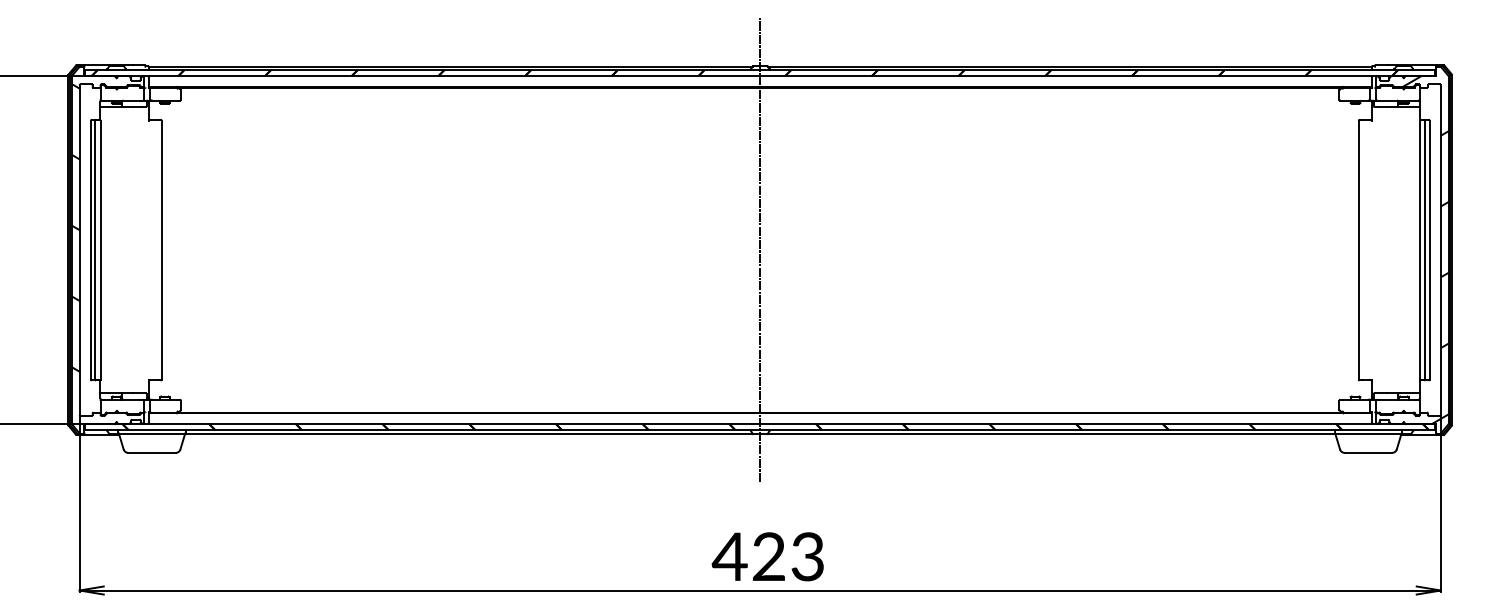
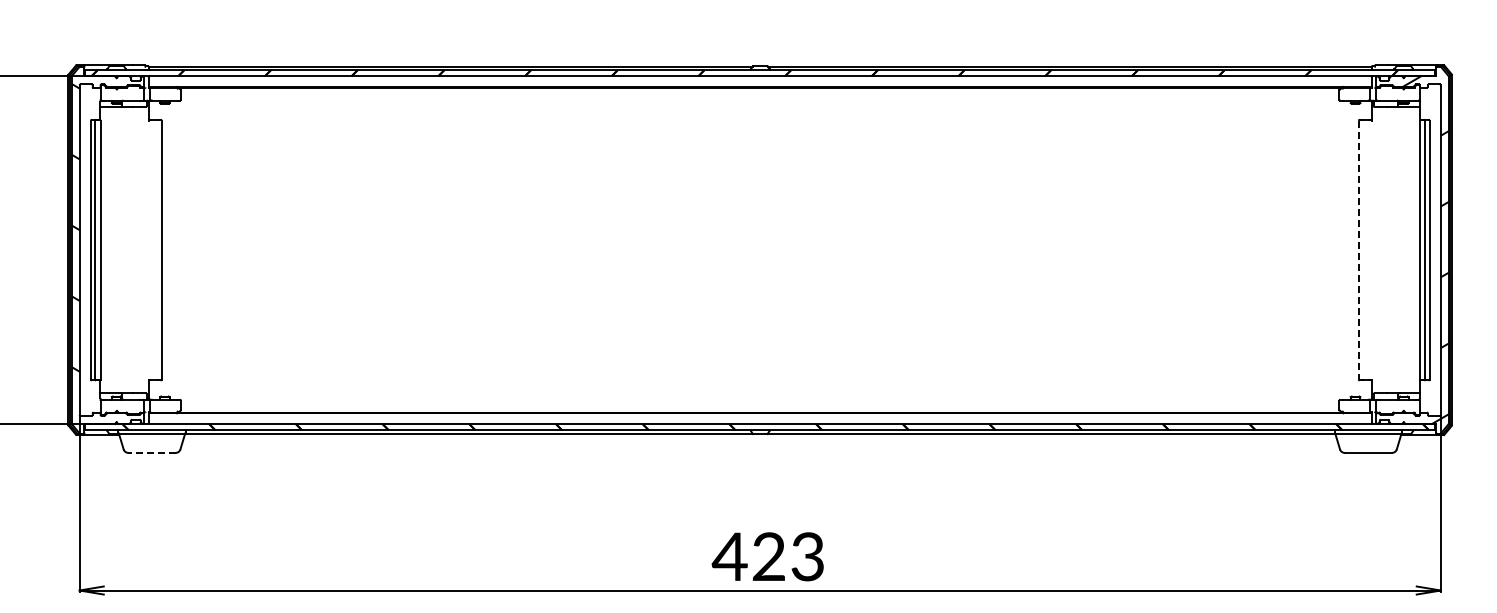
line at (760, 249): present -> none
line at (1358, 250): solid -> dashed
line at (152, 452): solid -> dashed
